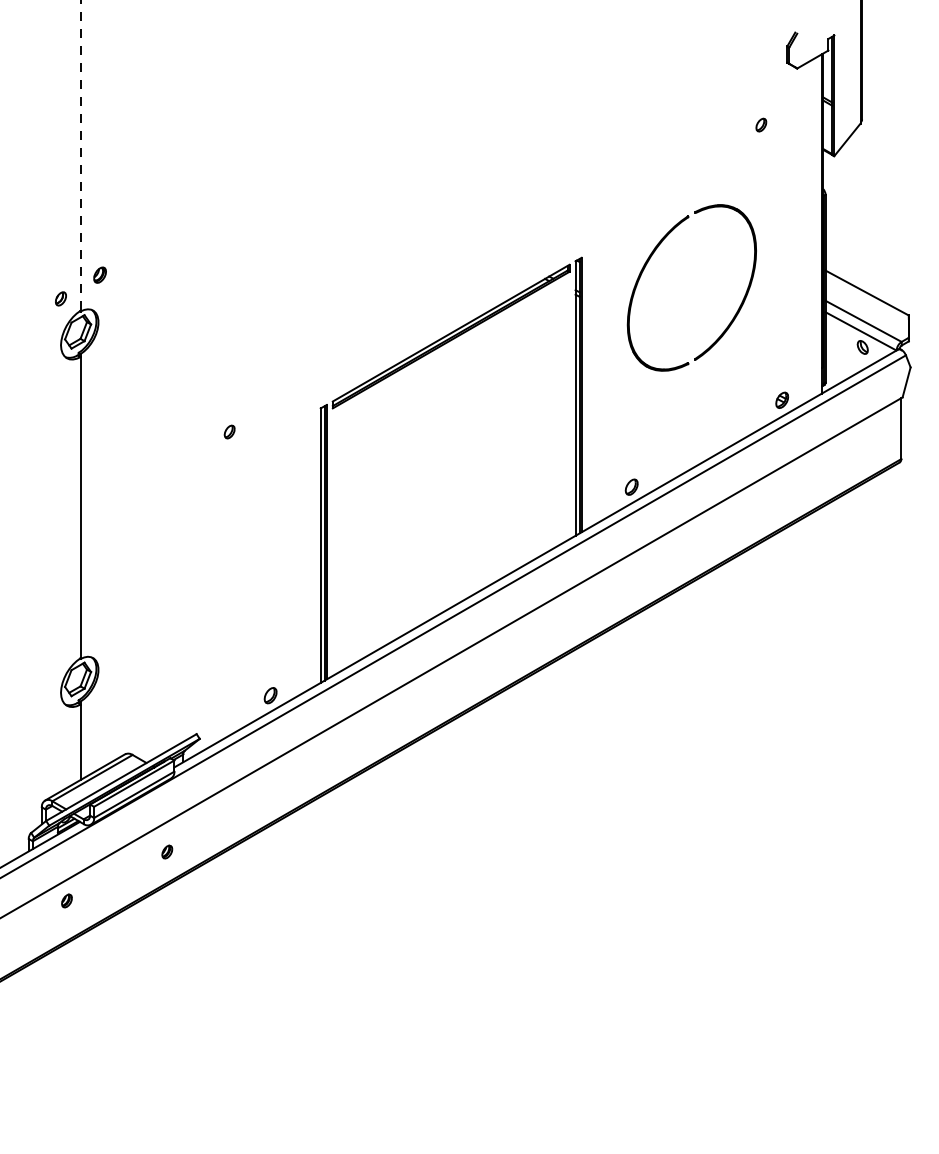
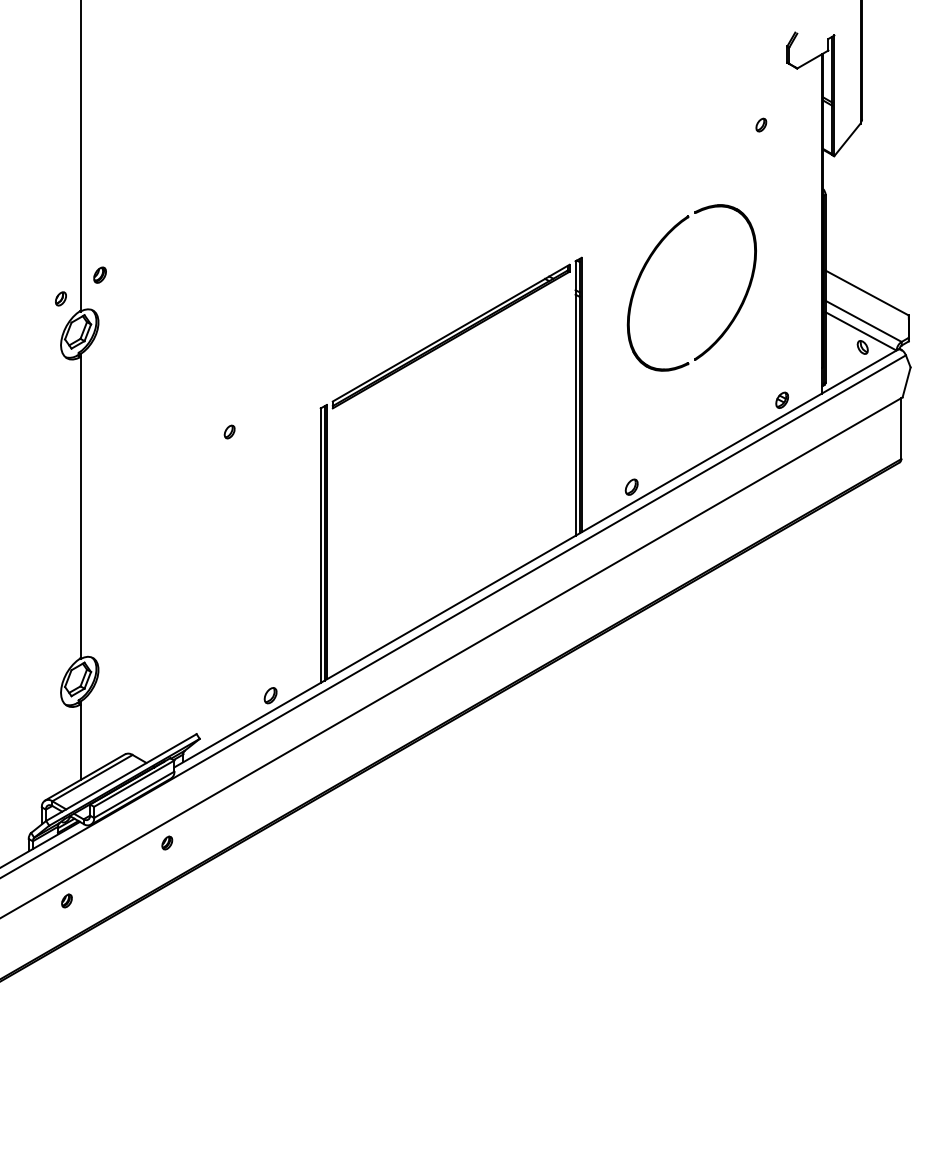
line at (80, 156): dashed -> solid
part at (167, 851) position: (167, 851) -> (167, 842)
